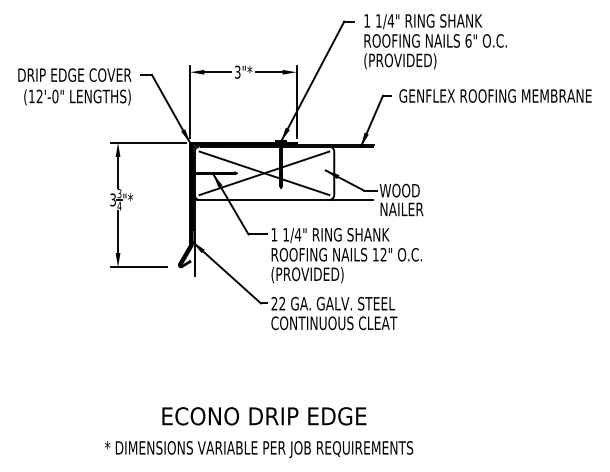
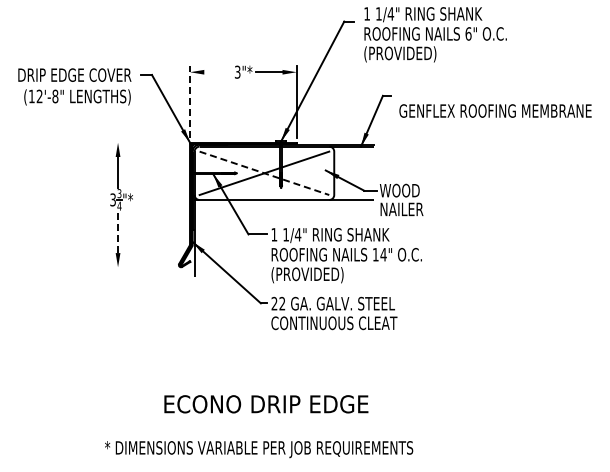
text at (435, 41) position: (435, 41) -> (435, 34)
line at (217, 72): present -> none
text at (495, 95) position: (495, 95) -> (495, 110)
text at (55, 96): (12'-0" -> (12'-8"
line at (190, 101): solid -> dashed
line at (147, 142): present -> none
line at (264, 173): solid -> dashed
line at (118, 232): solid -> dashed
text at (383, 254): 12" -> 14"
line at (138, 267): present -> none
text at (264, 416) position: (264, 416) -> (266, 404)
